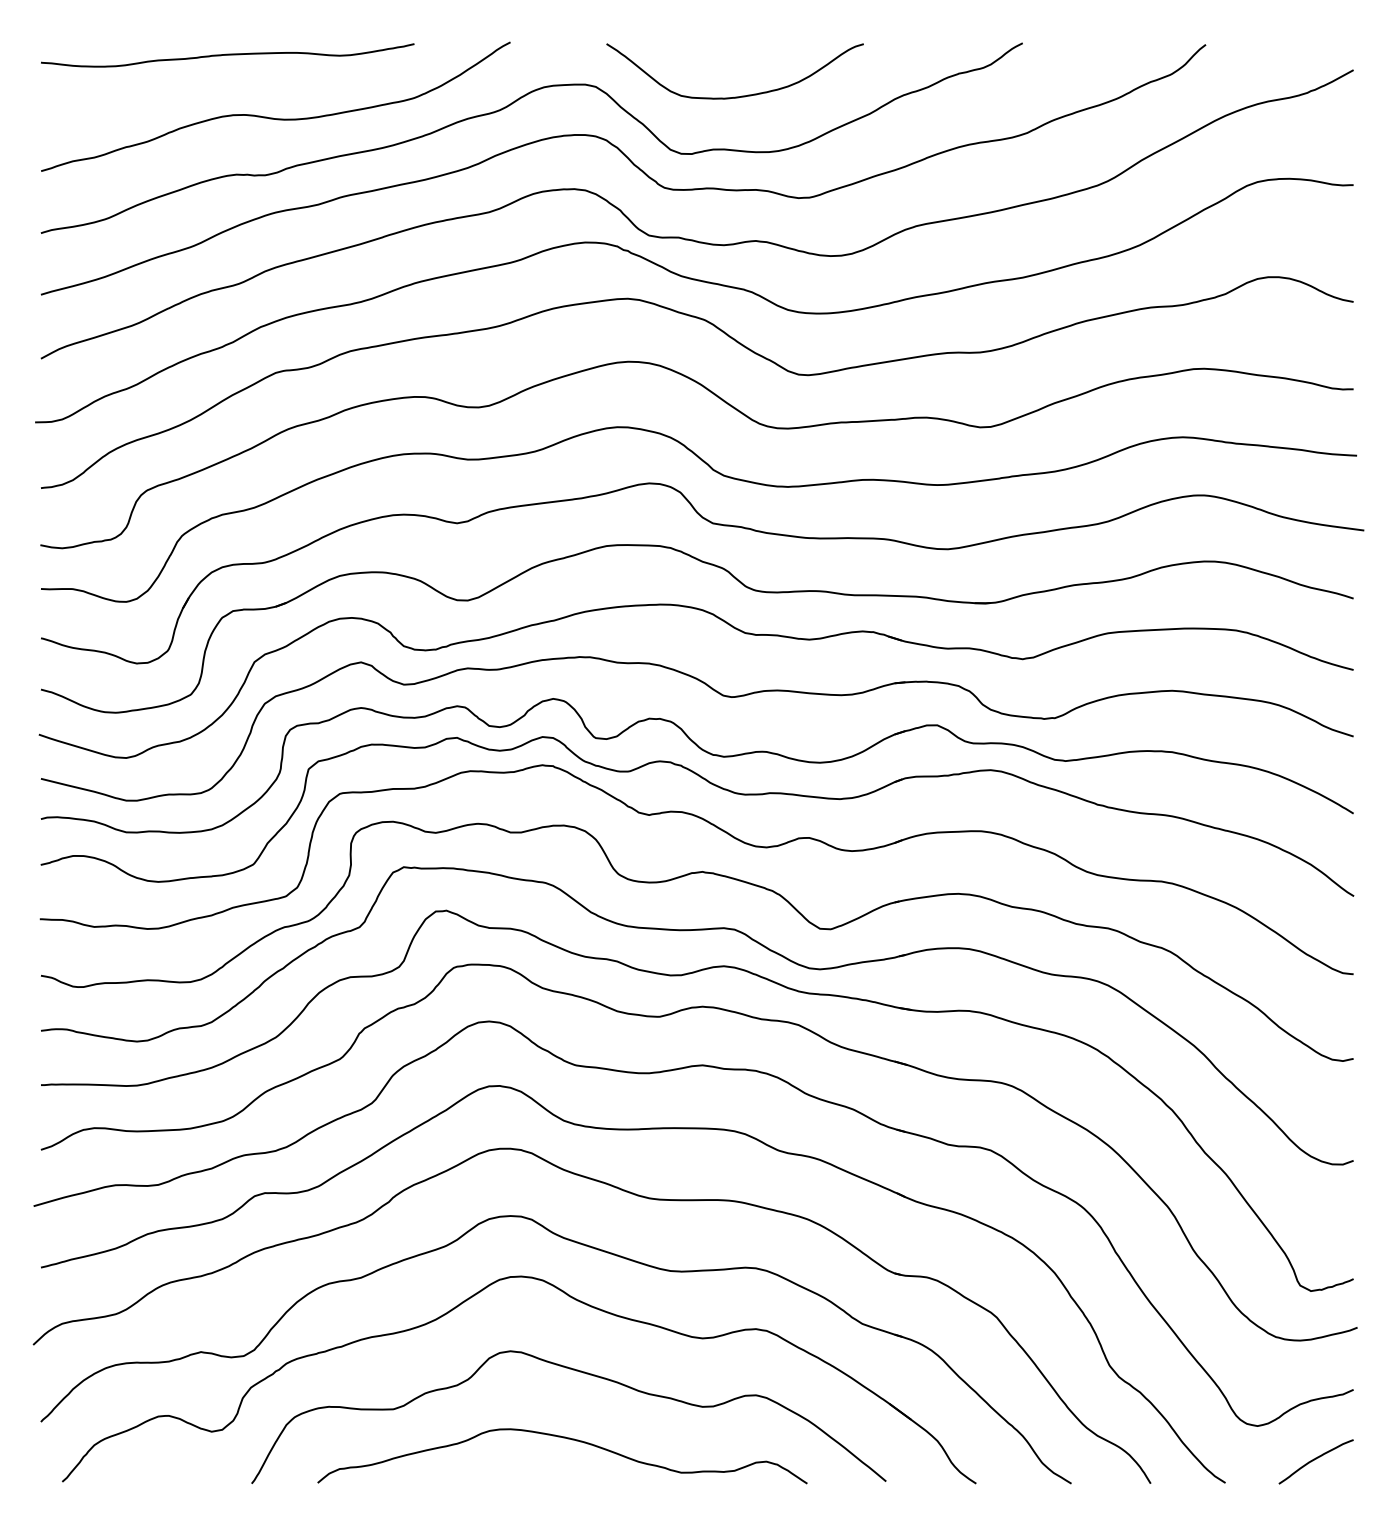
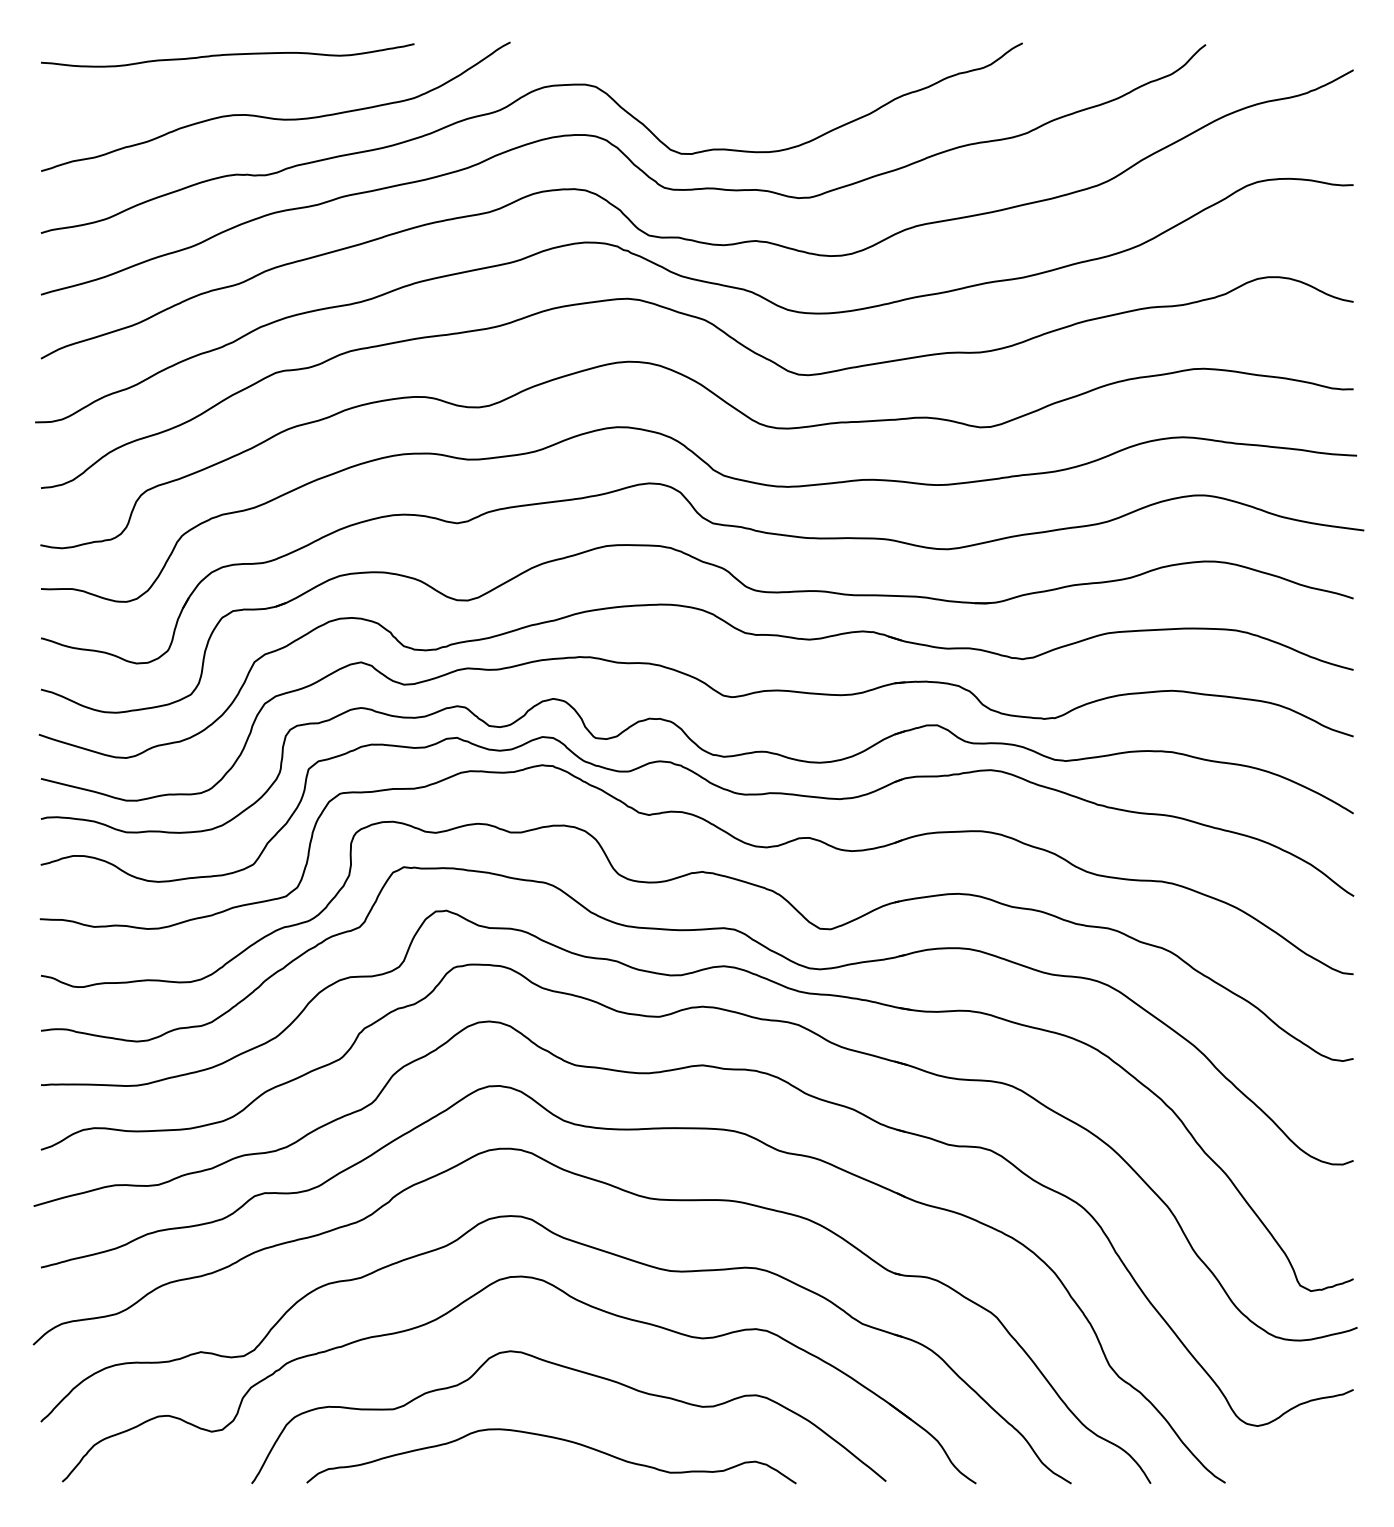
curve at (741, 95): present -> none
curve at (567, 1439) position: (567, 1439) -> (556, 1439)
curve at (1314, 1460): present -> none
